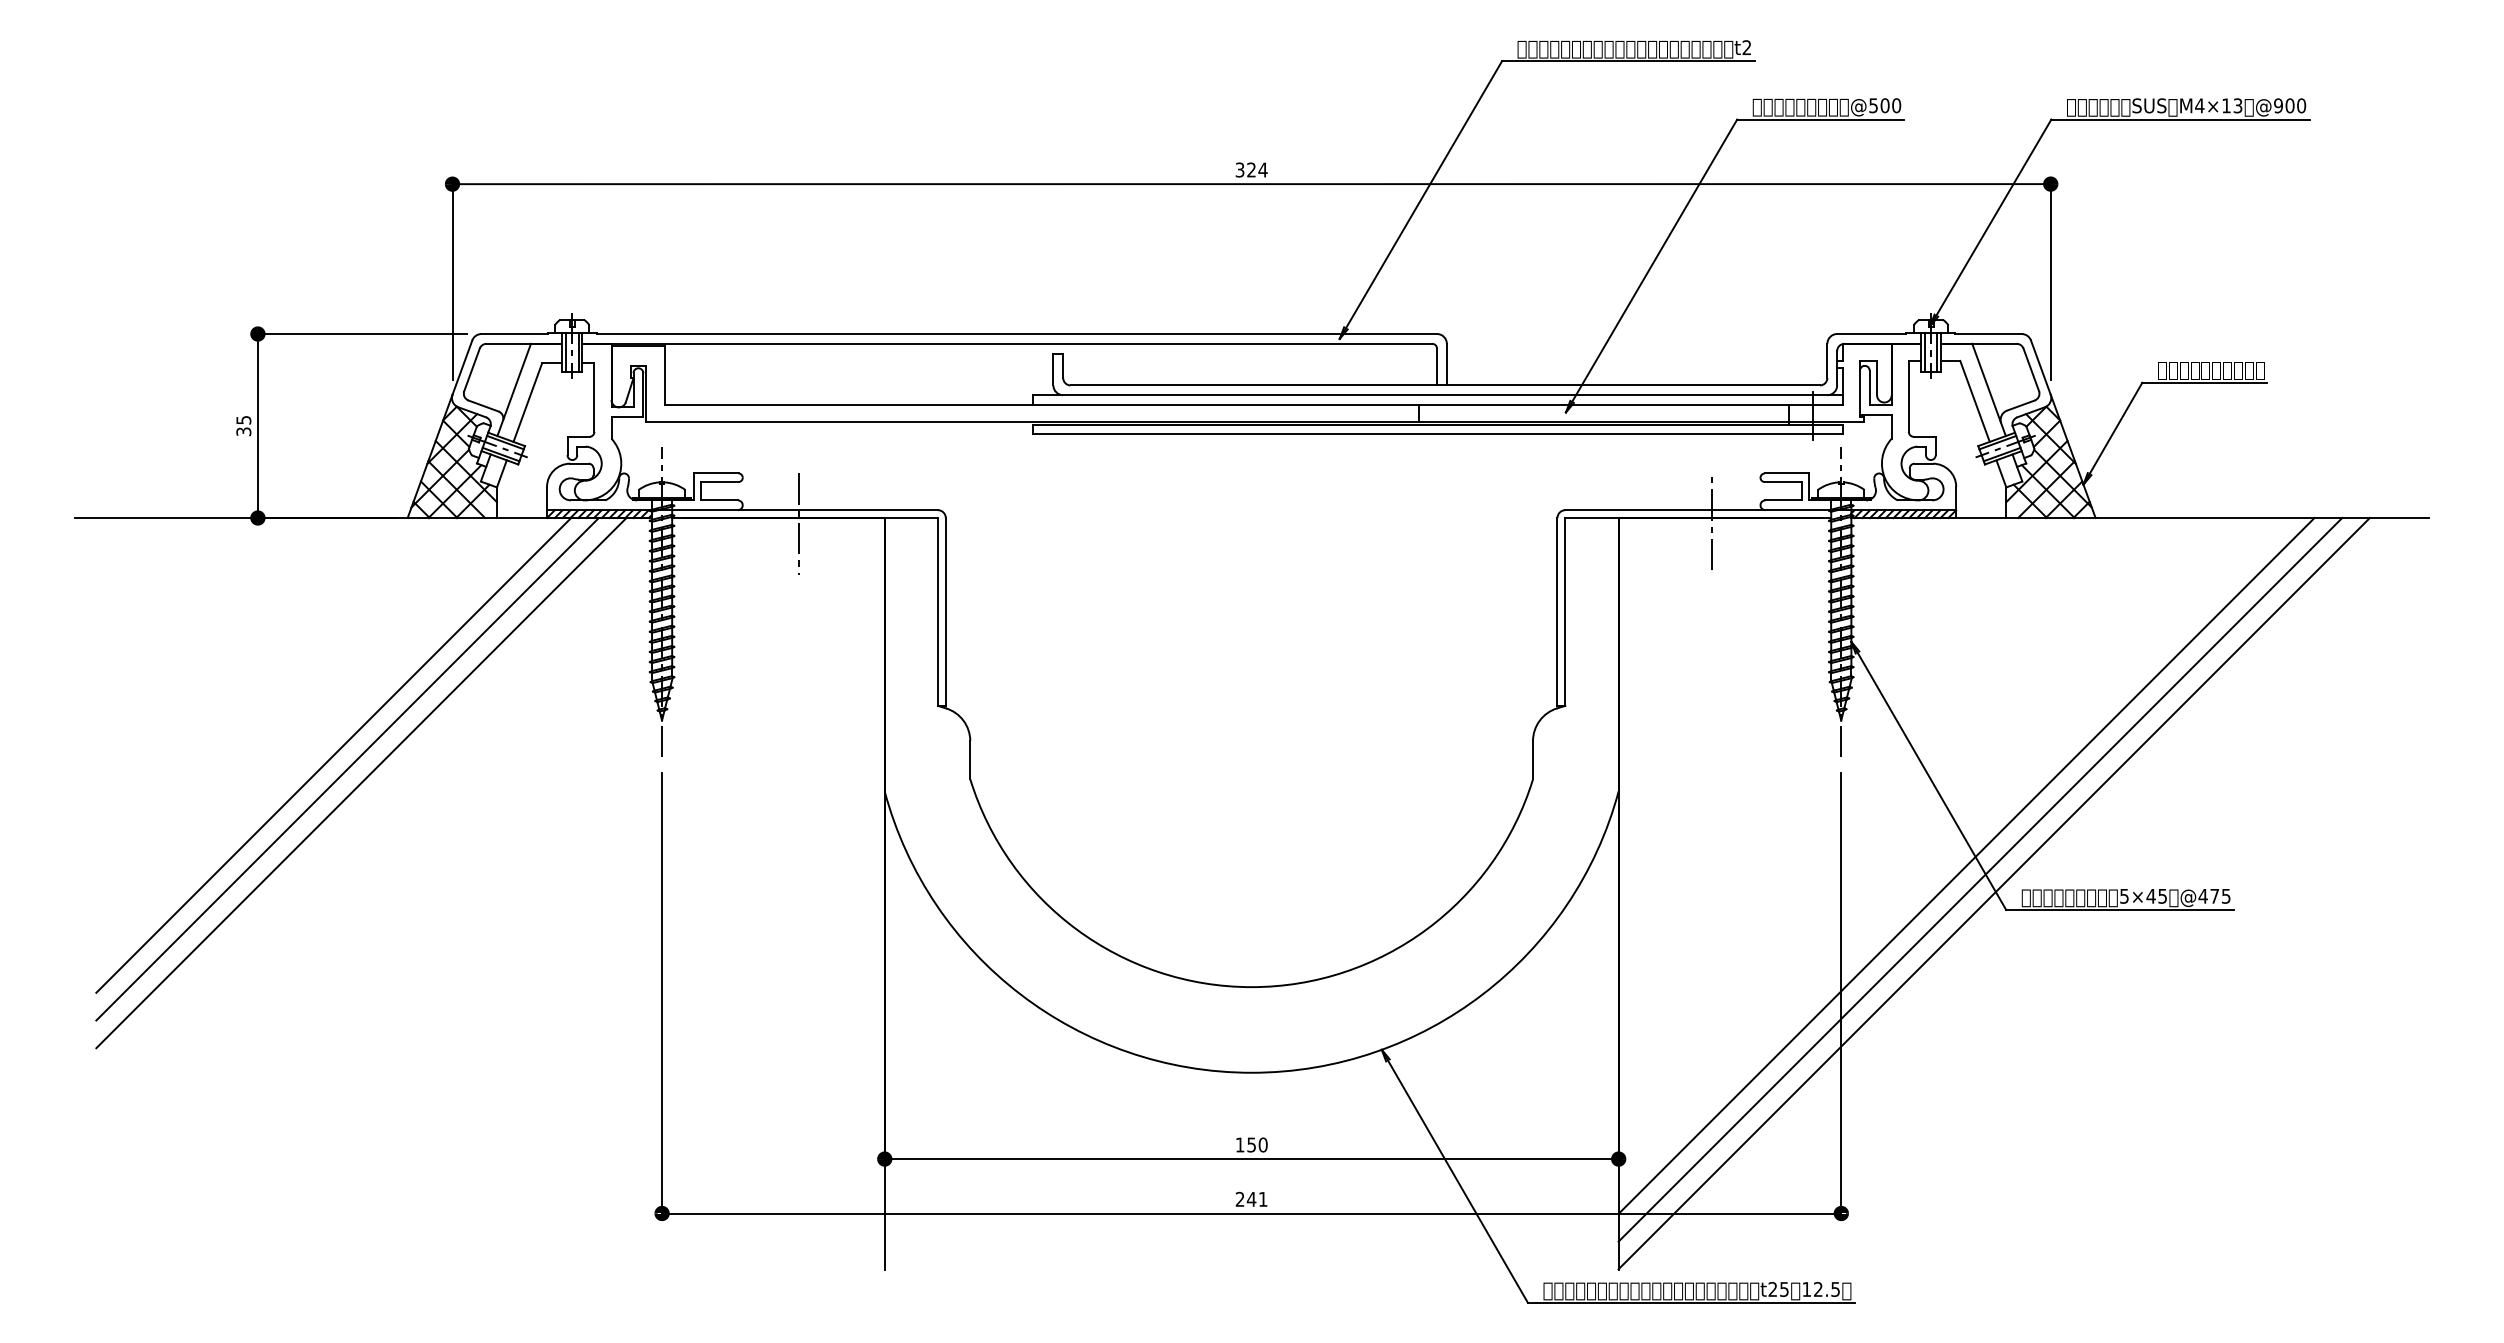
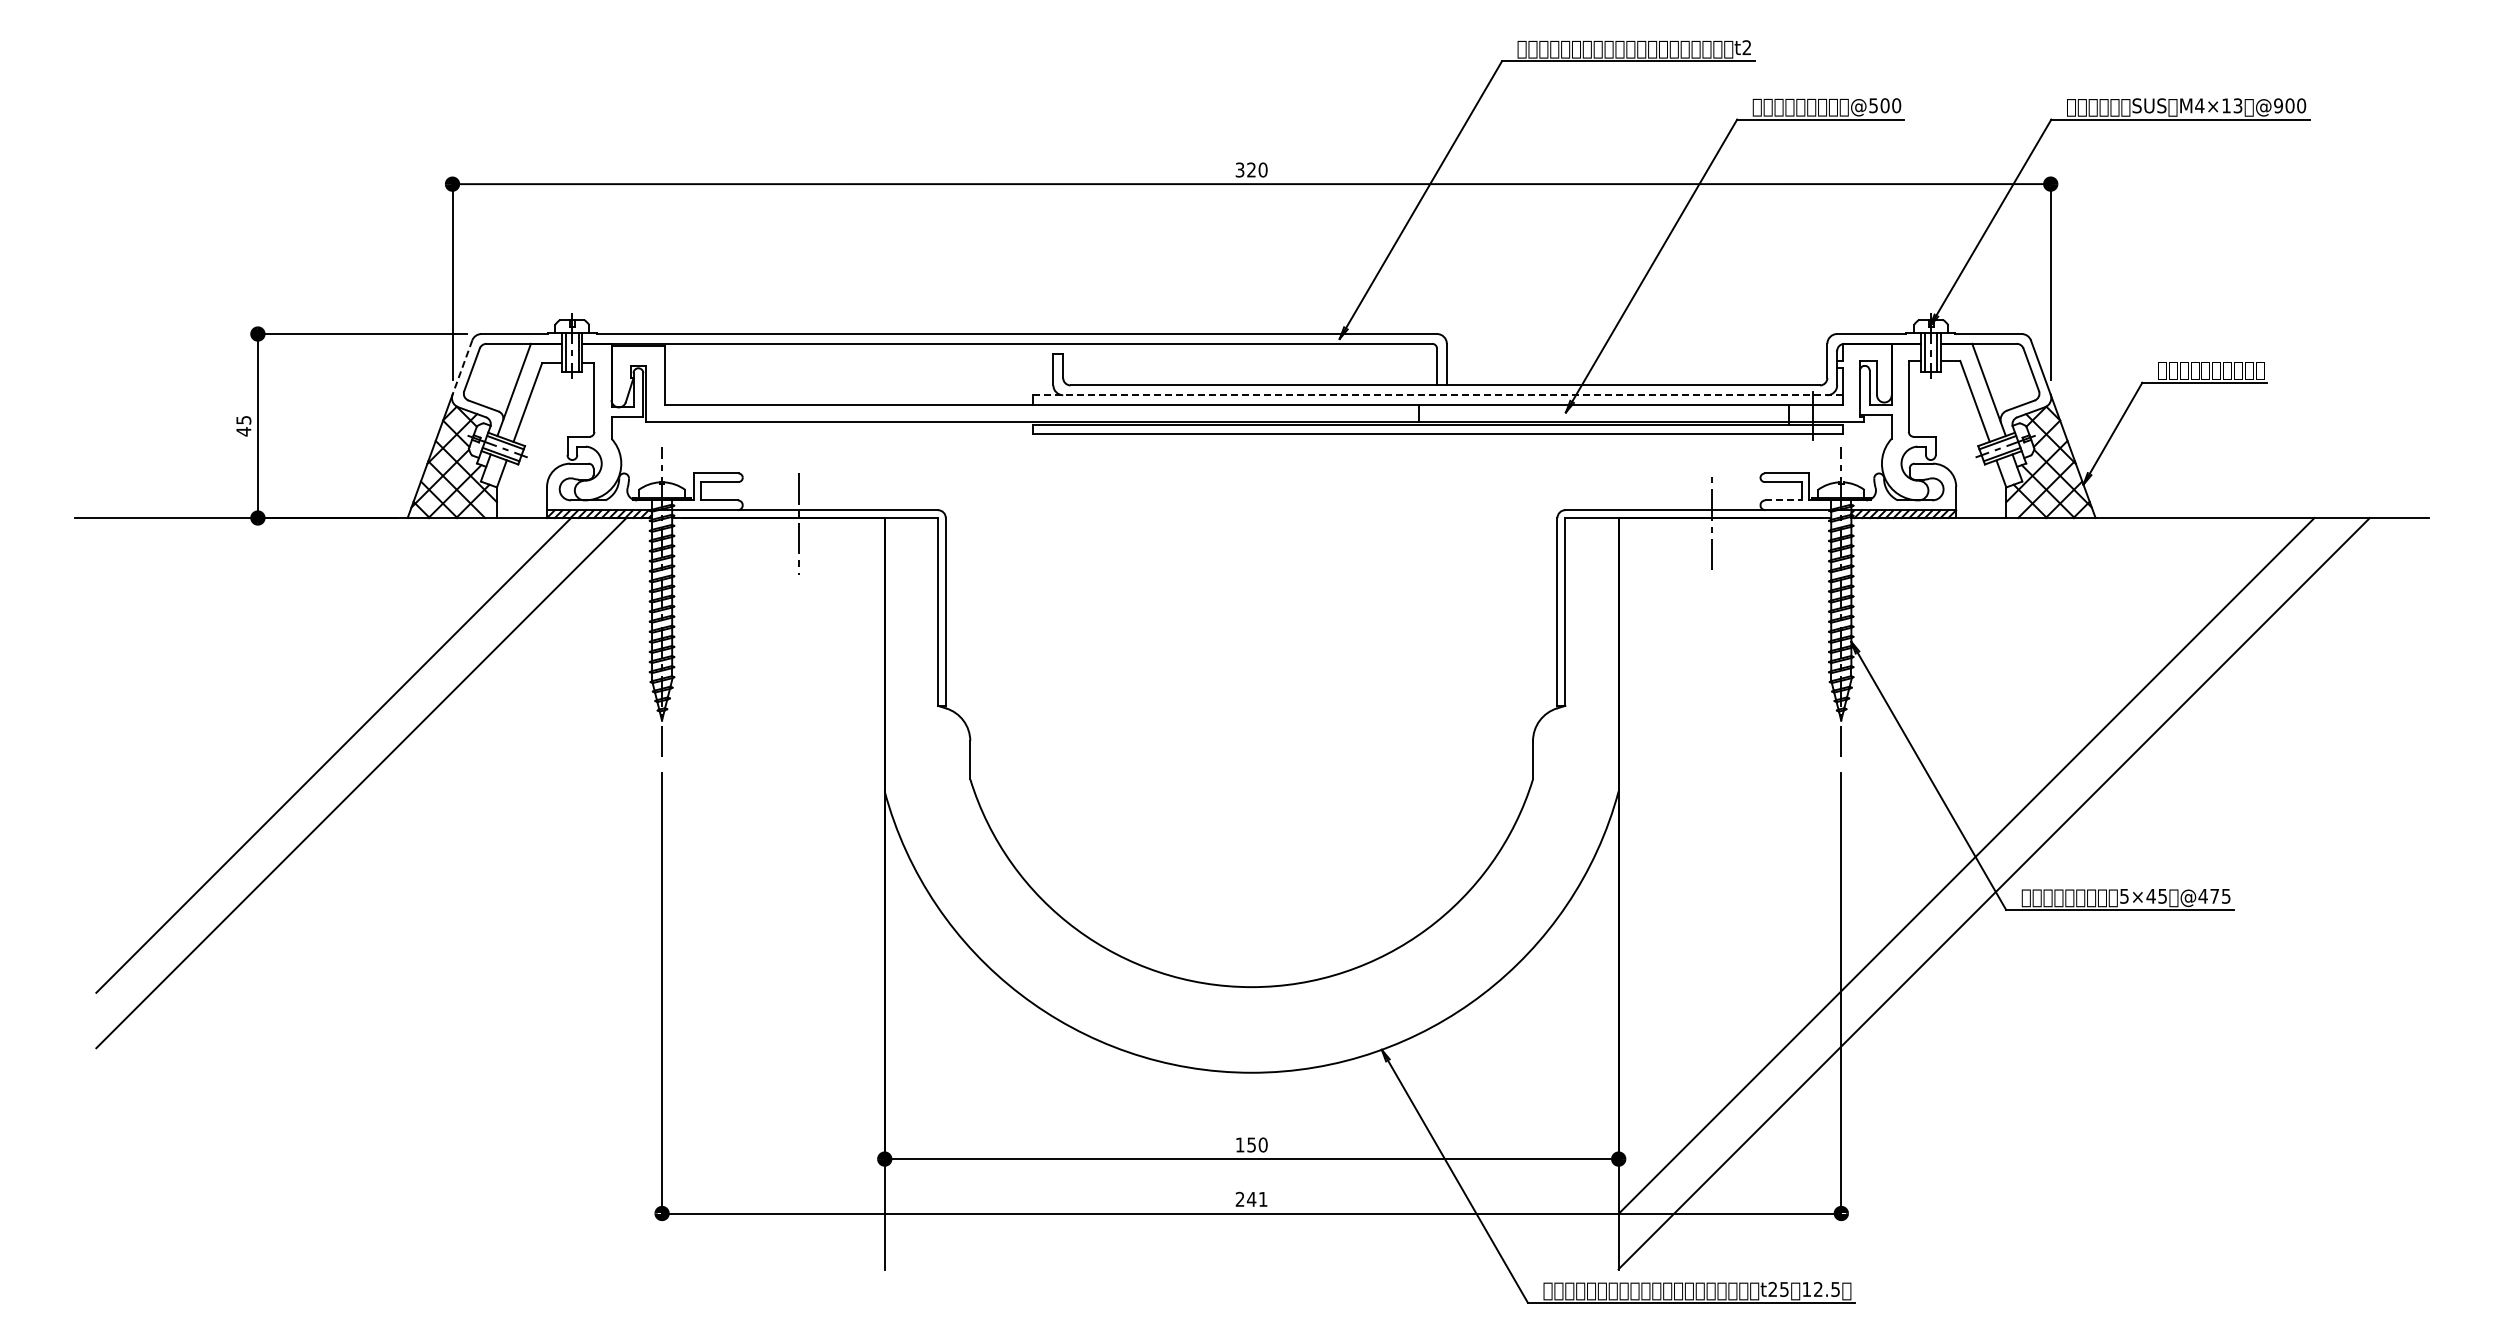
text at (1262, 169): 324 -> 320
line at (462, 367): solid -> dashed
line at (1437, 395): solid -> dashed
text at (243, 431): 35 -> 45
line at (1784, 500): solid -> dashed
line at (347, 769): present -> none
line at (1980, 879): present -> none
